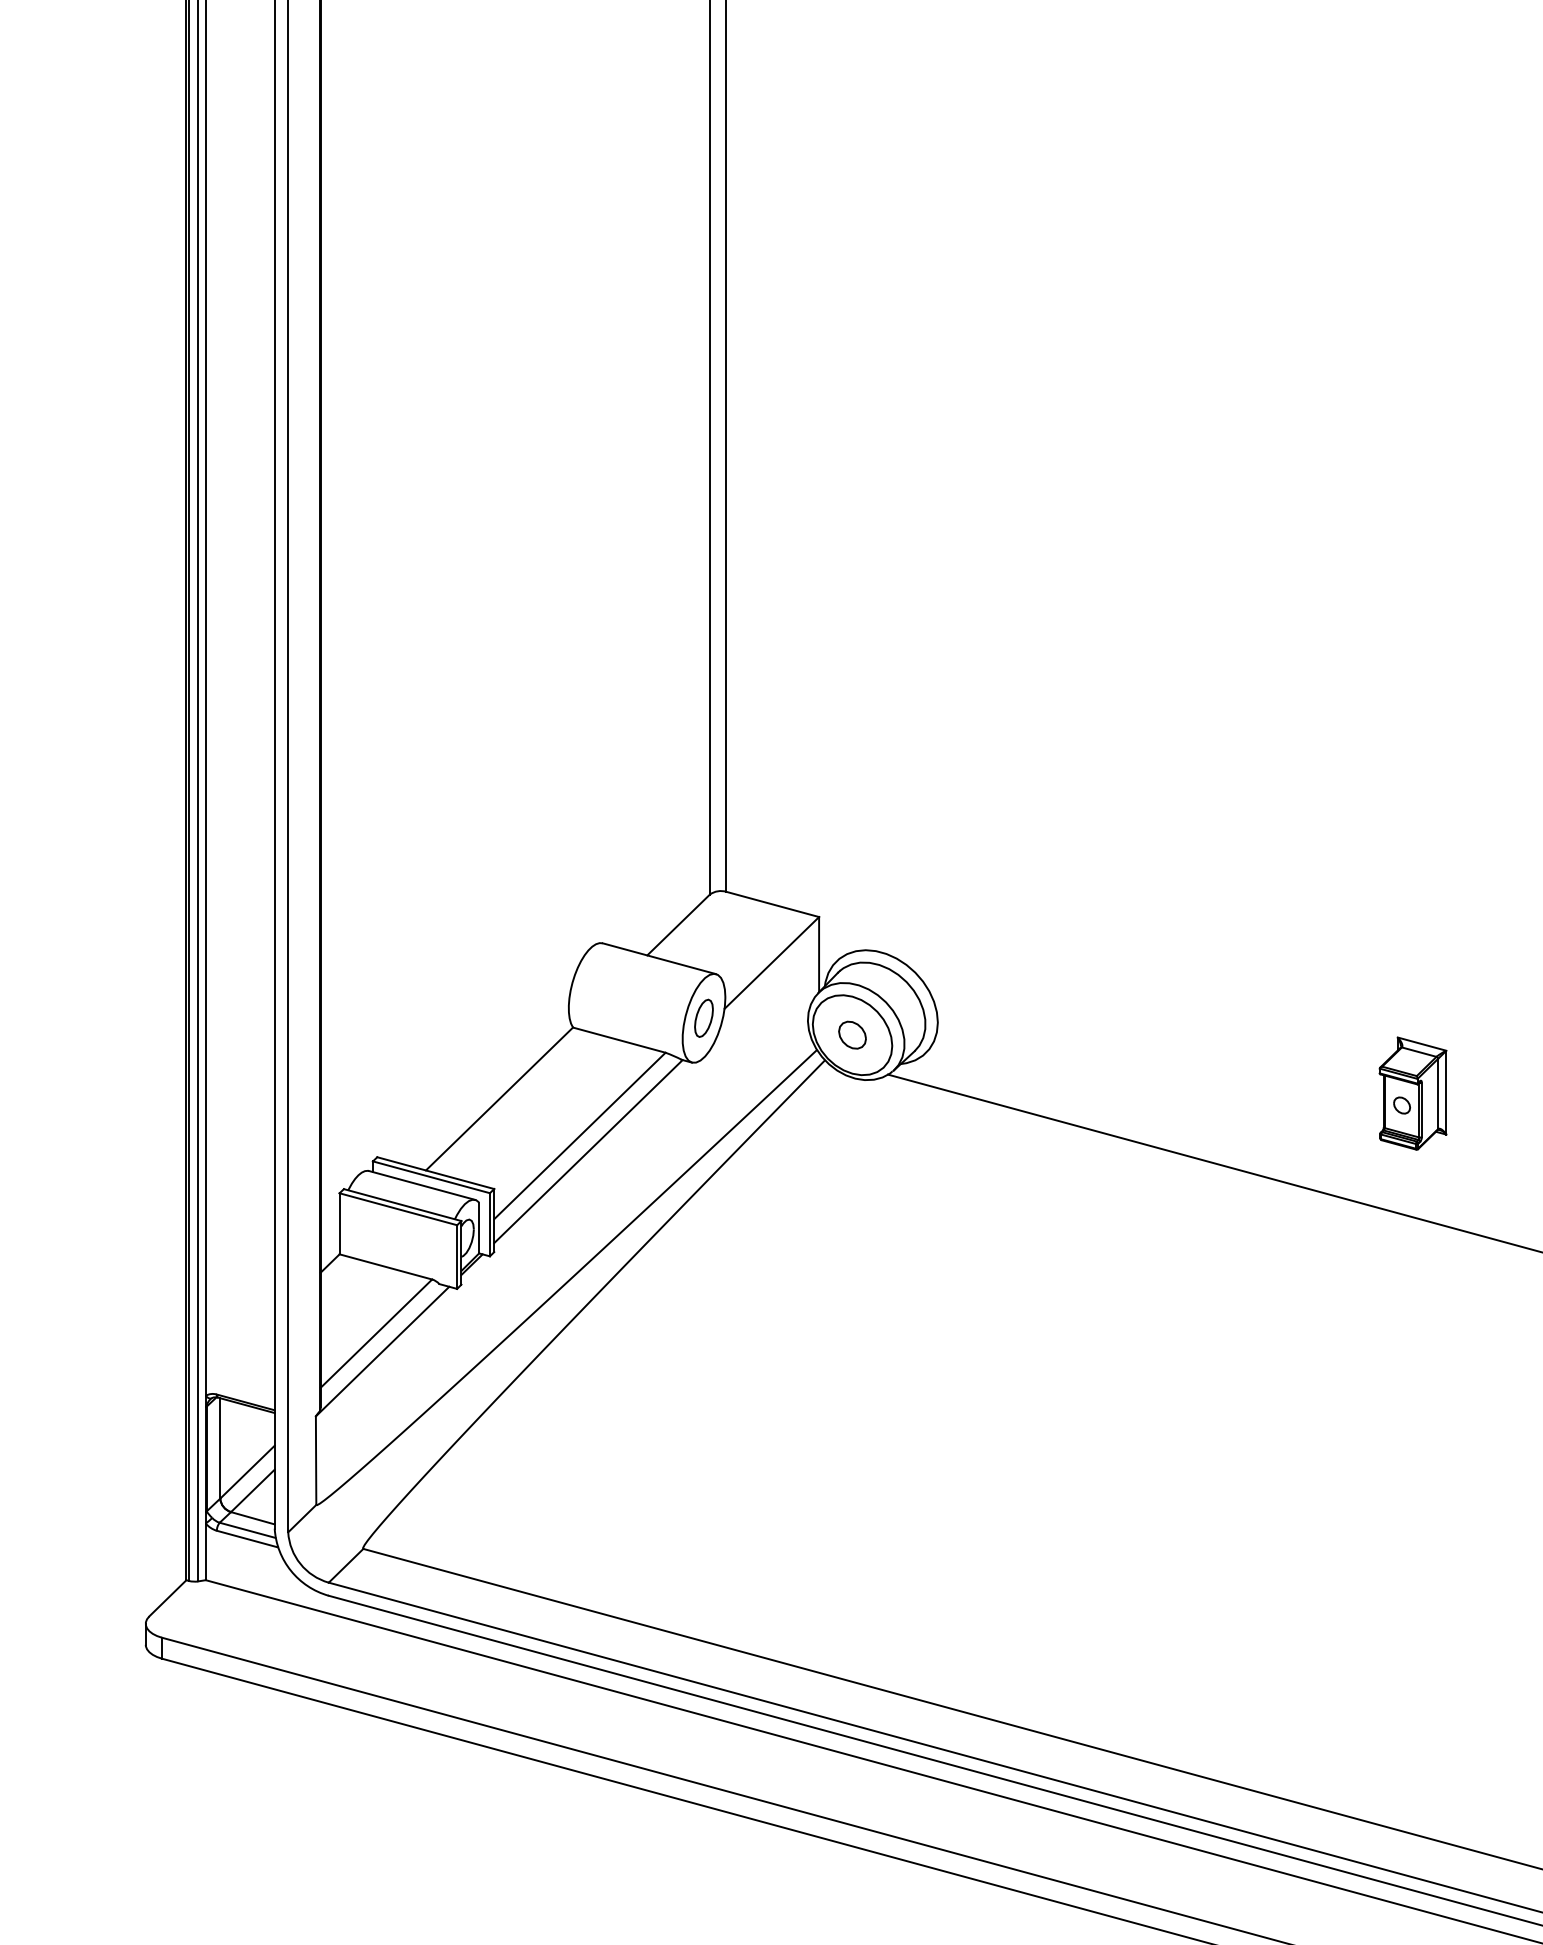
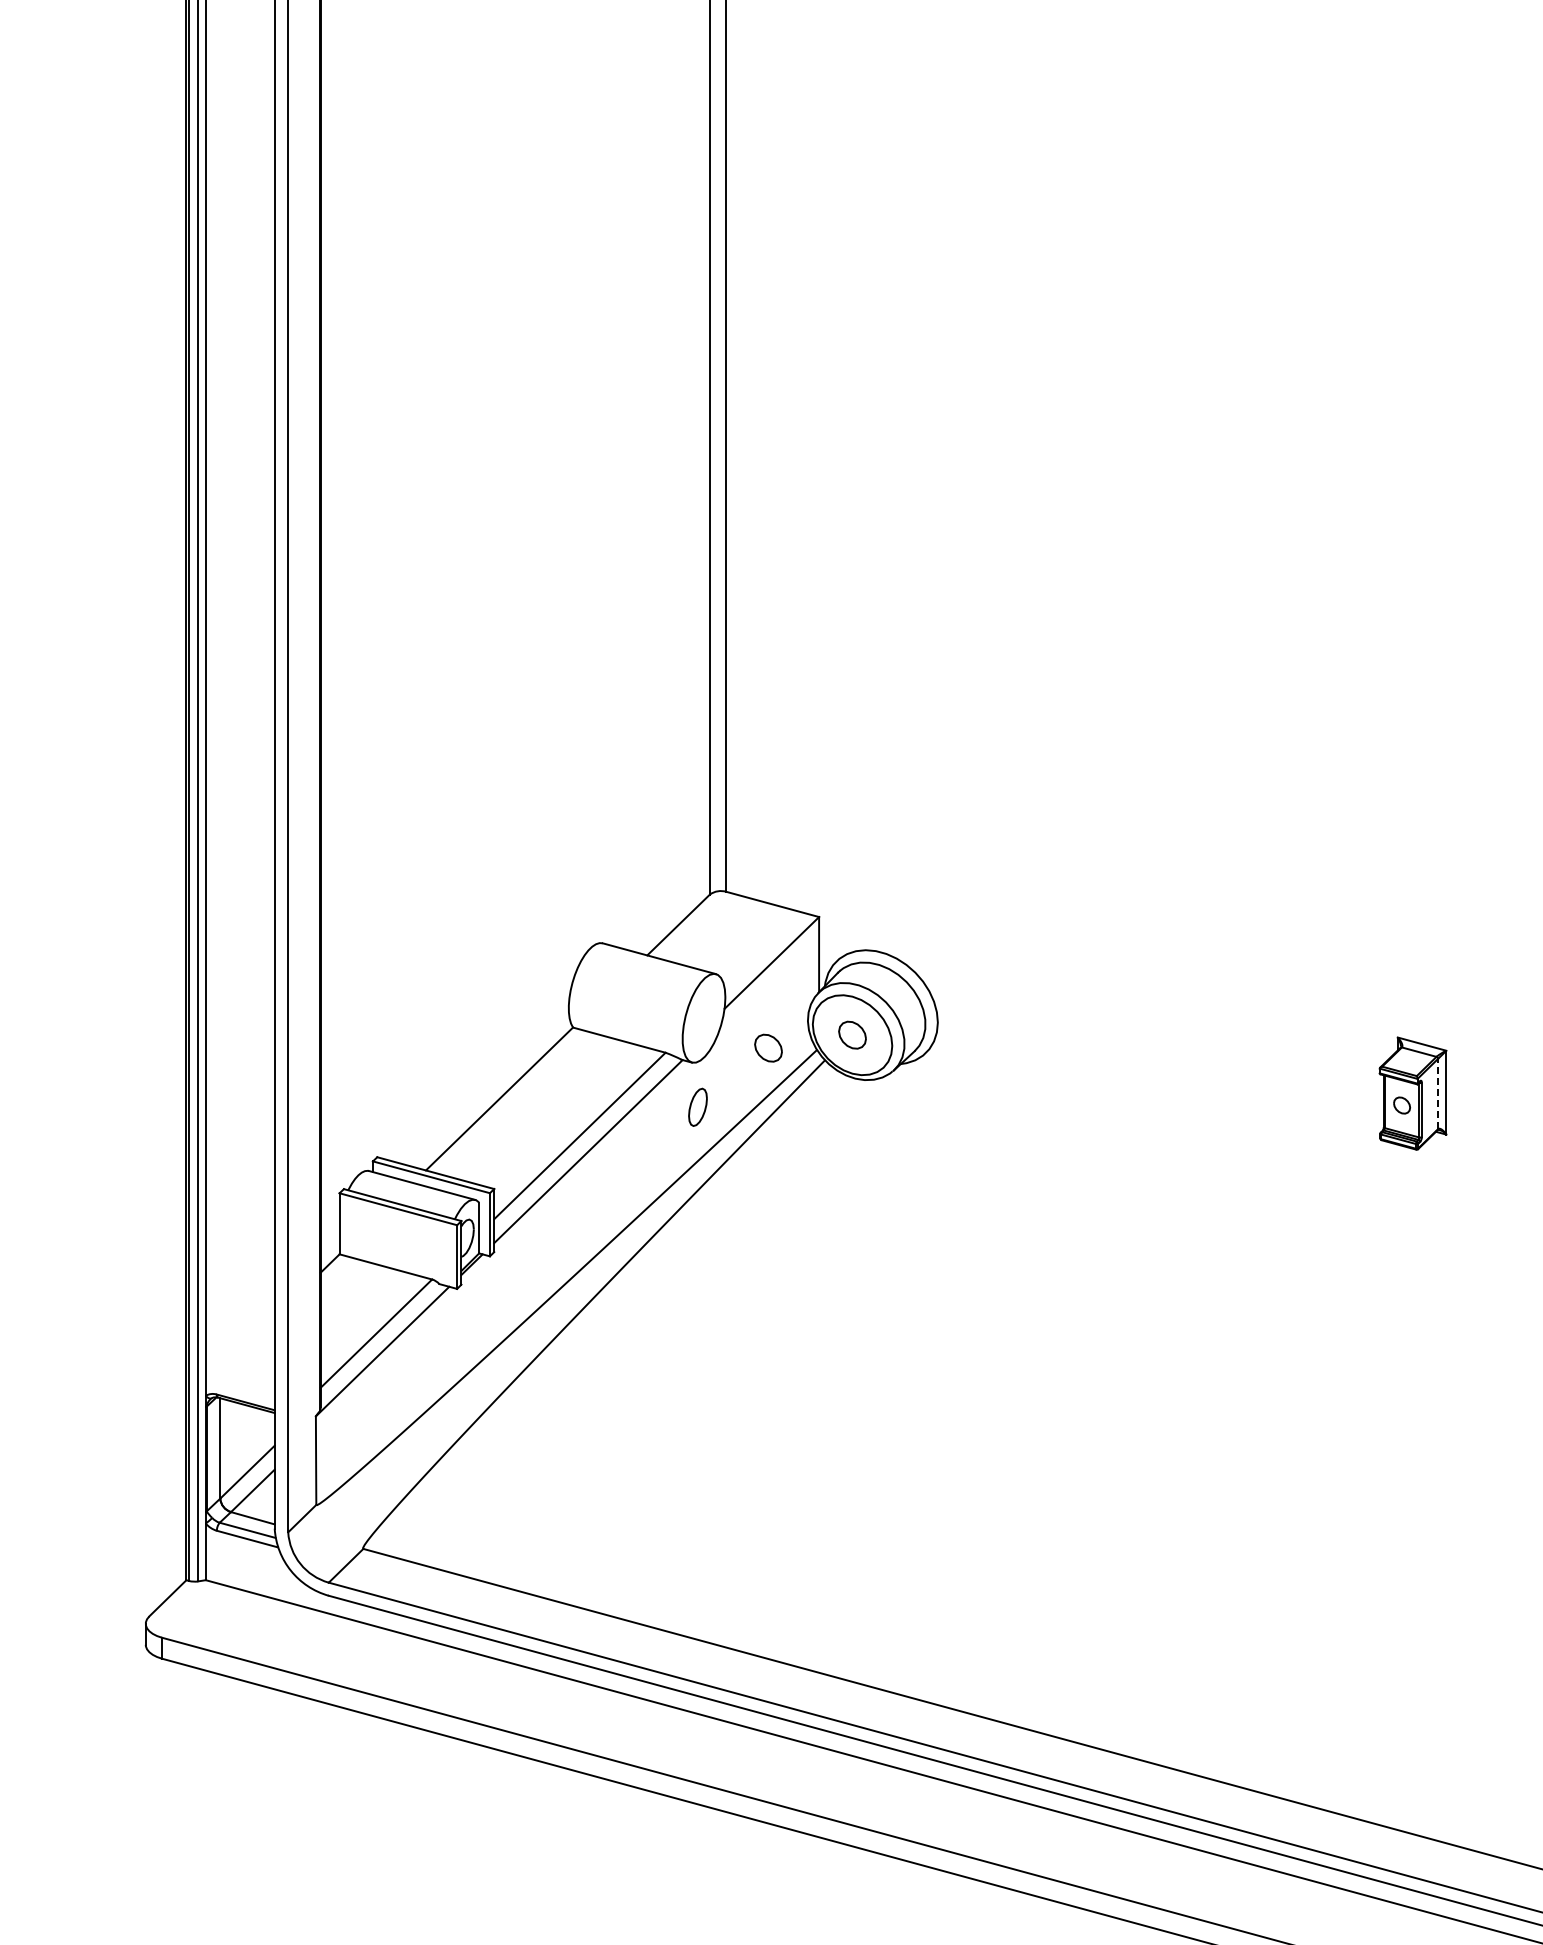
part at (703, 1017) position: (703, 1017) -> (697, 1106)
part at (768, 1047): none -> present
line at (1438, 1093): solid -> dashed
line at (1213, 1162): present -> none
